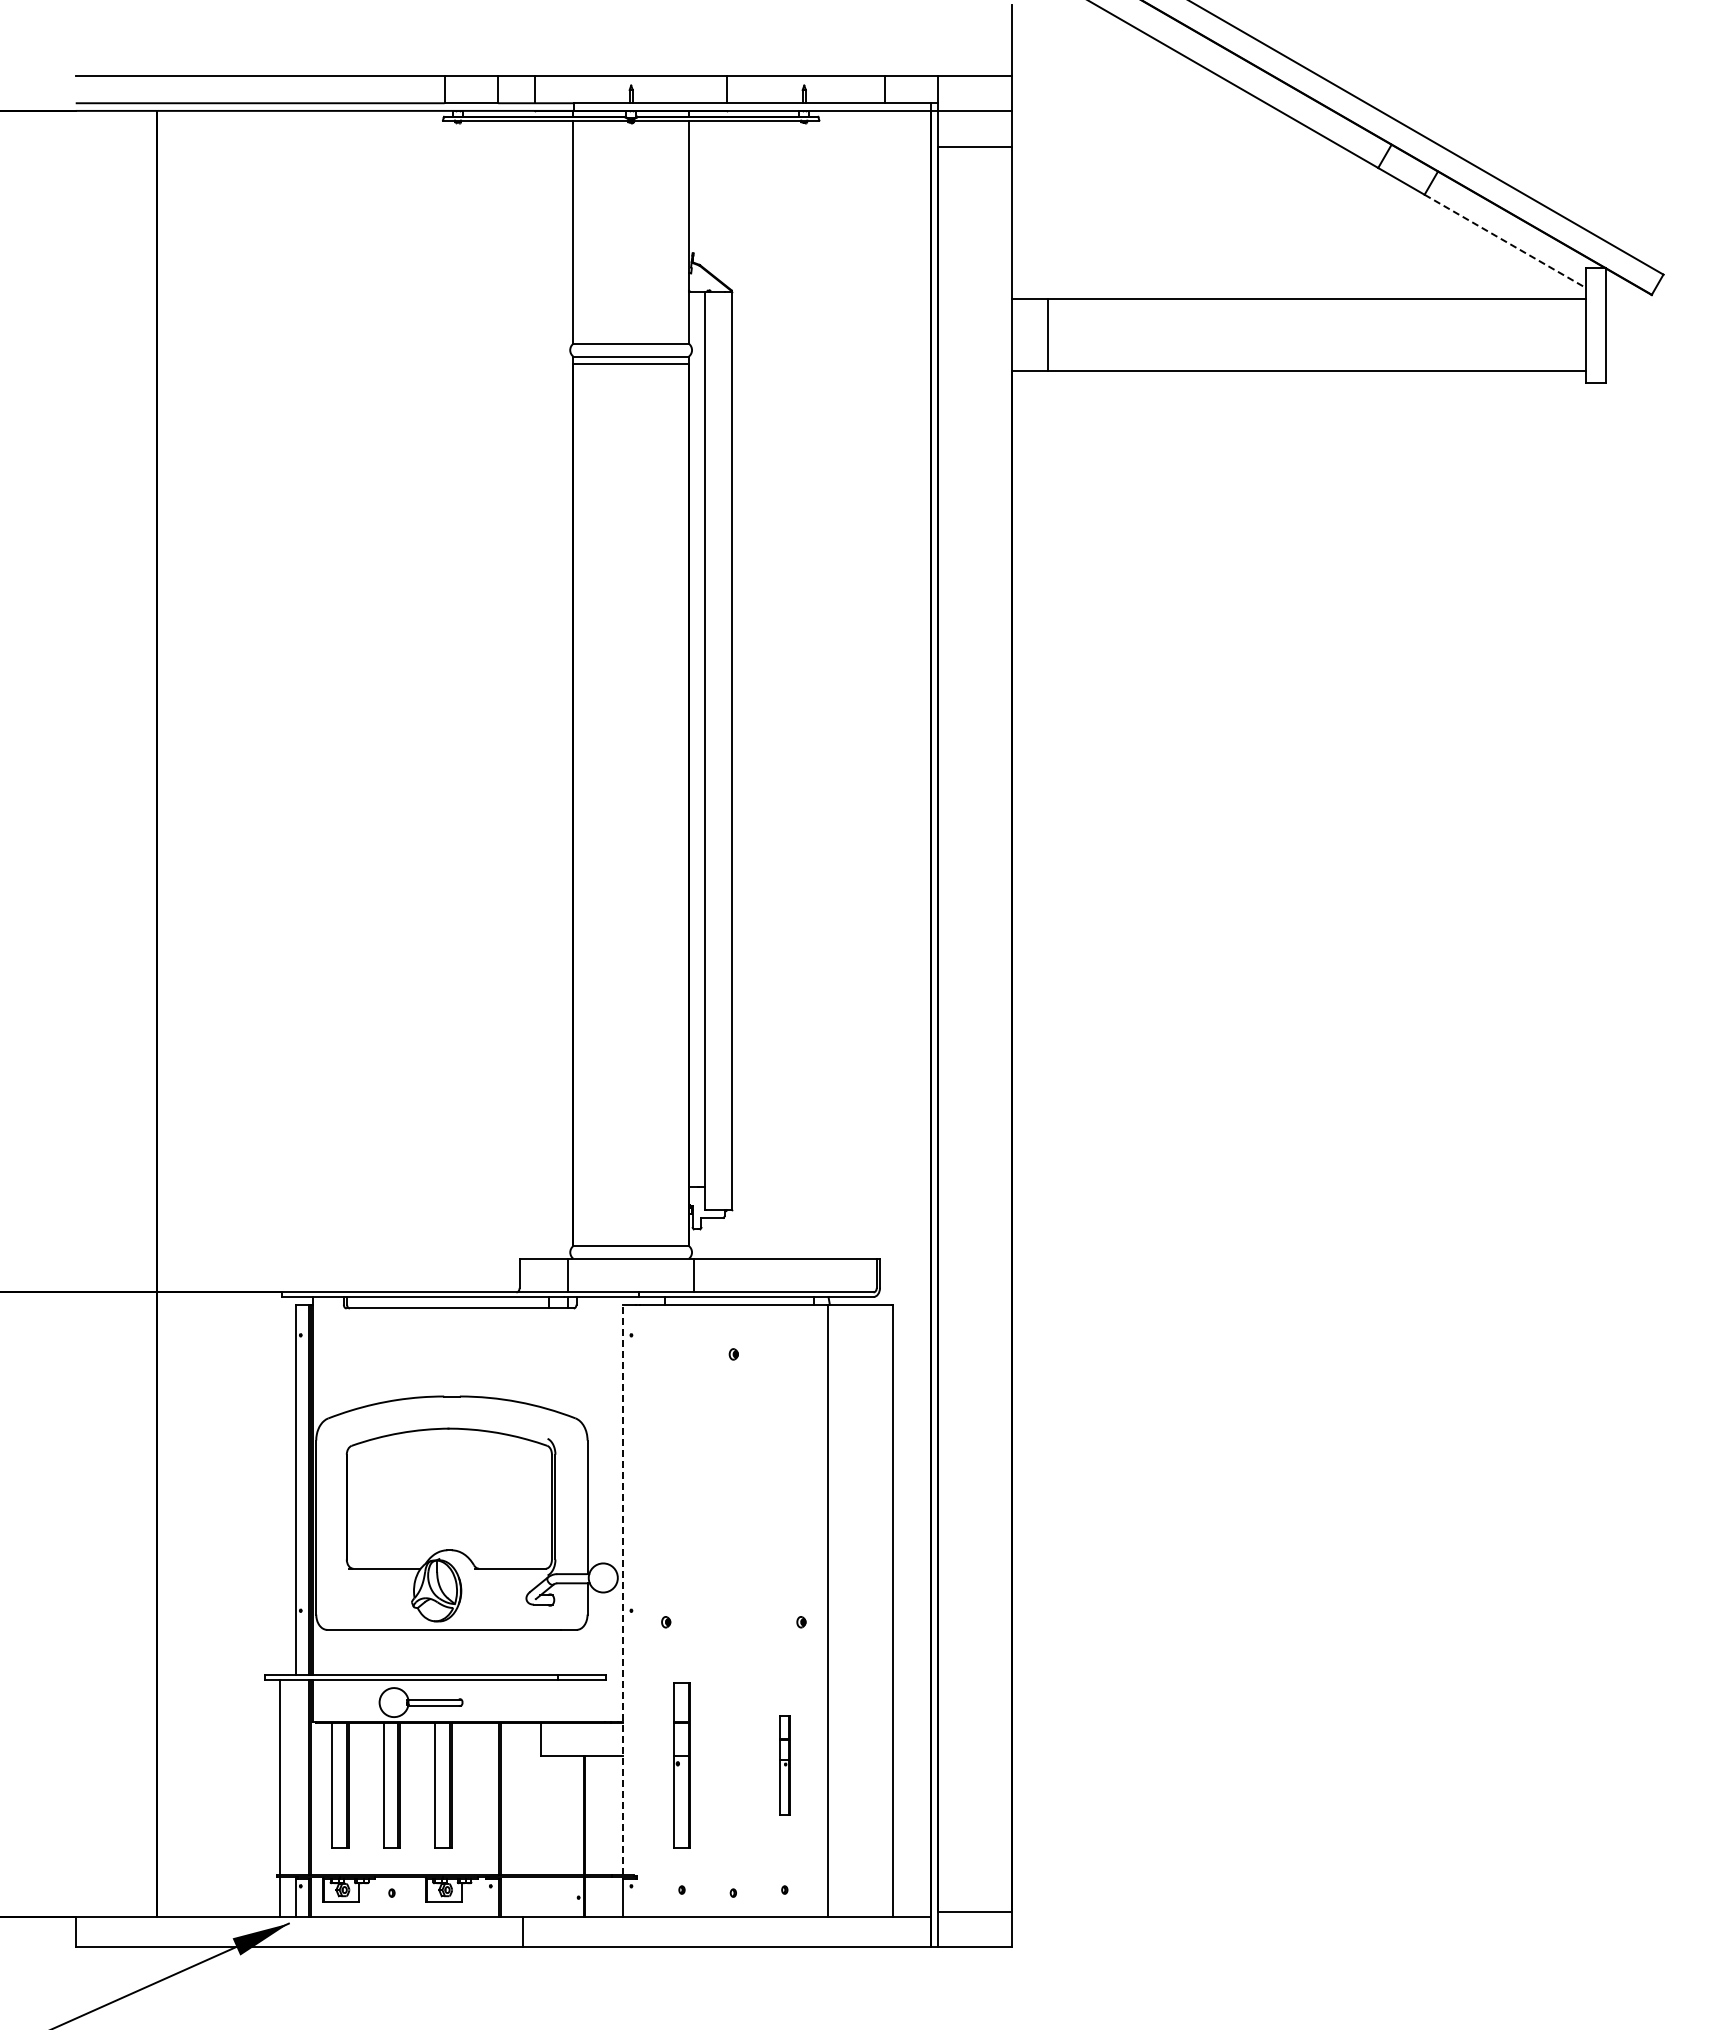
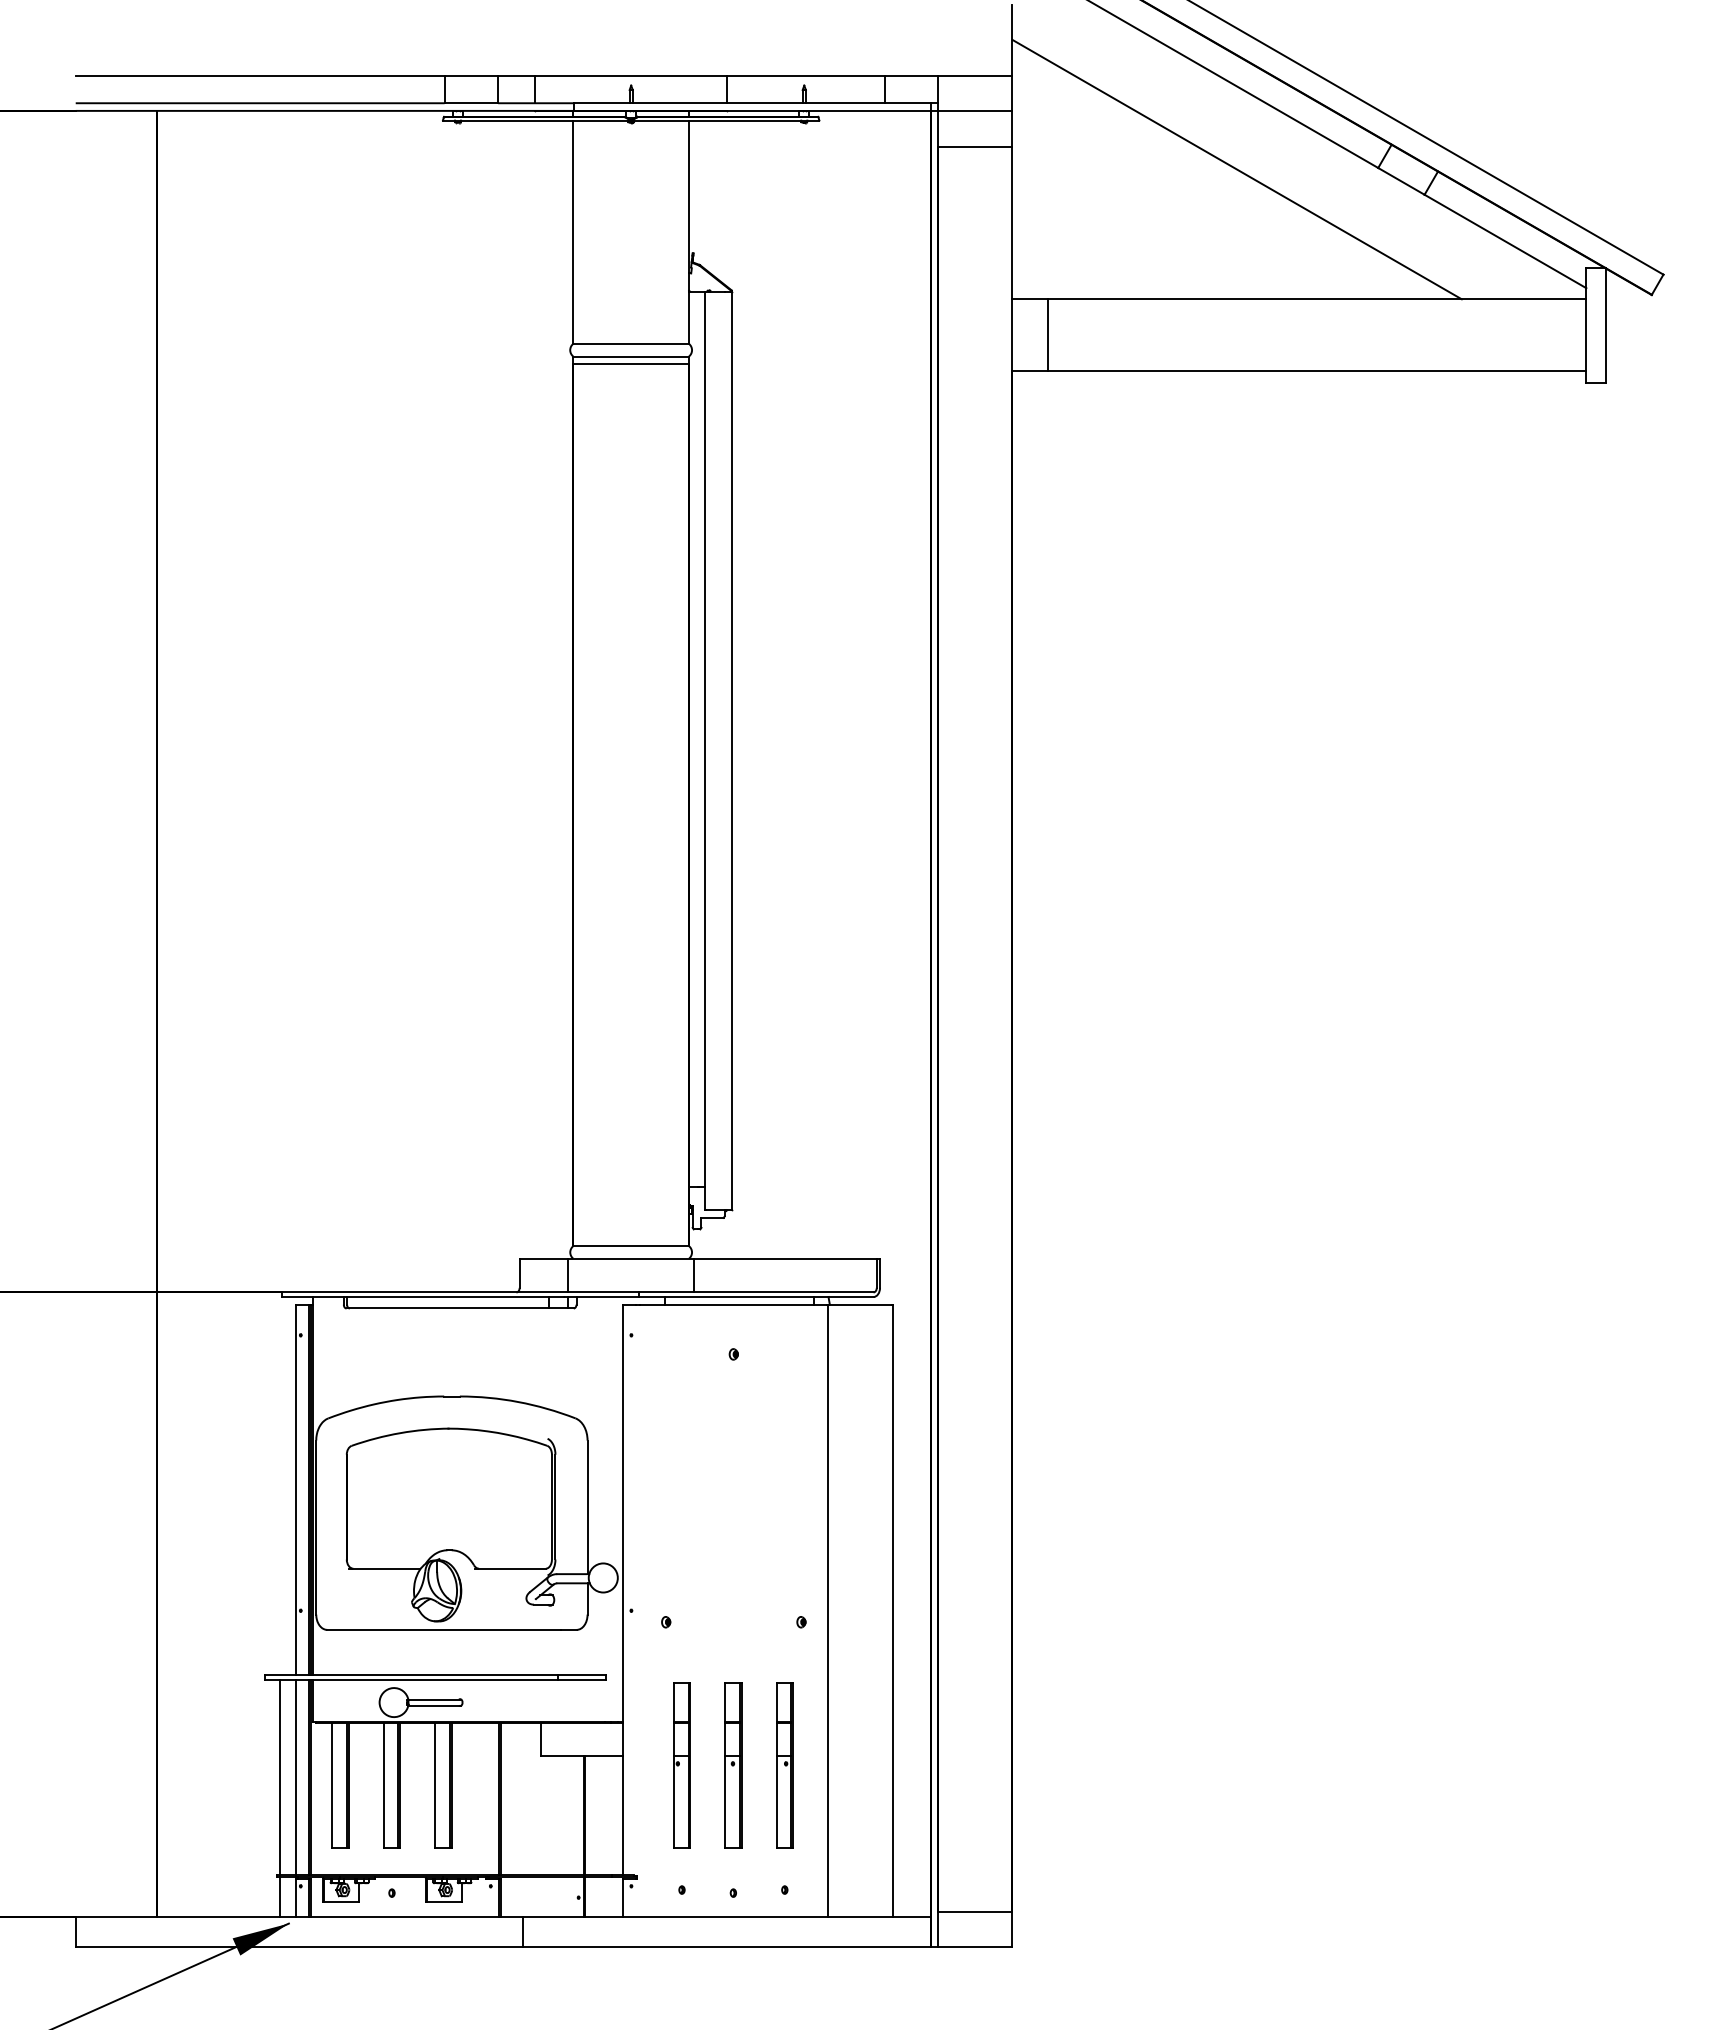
line at (1236, 169): none -> present
line at (1505, 241): dashed -> solid
line at (622, 1589): dashed -> solid
part at (733, 1765): none -> present
part at (784, 1765) size: 12x101 px -> 18x167 px
line at (295, 1777): none -> present
